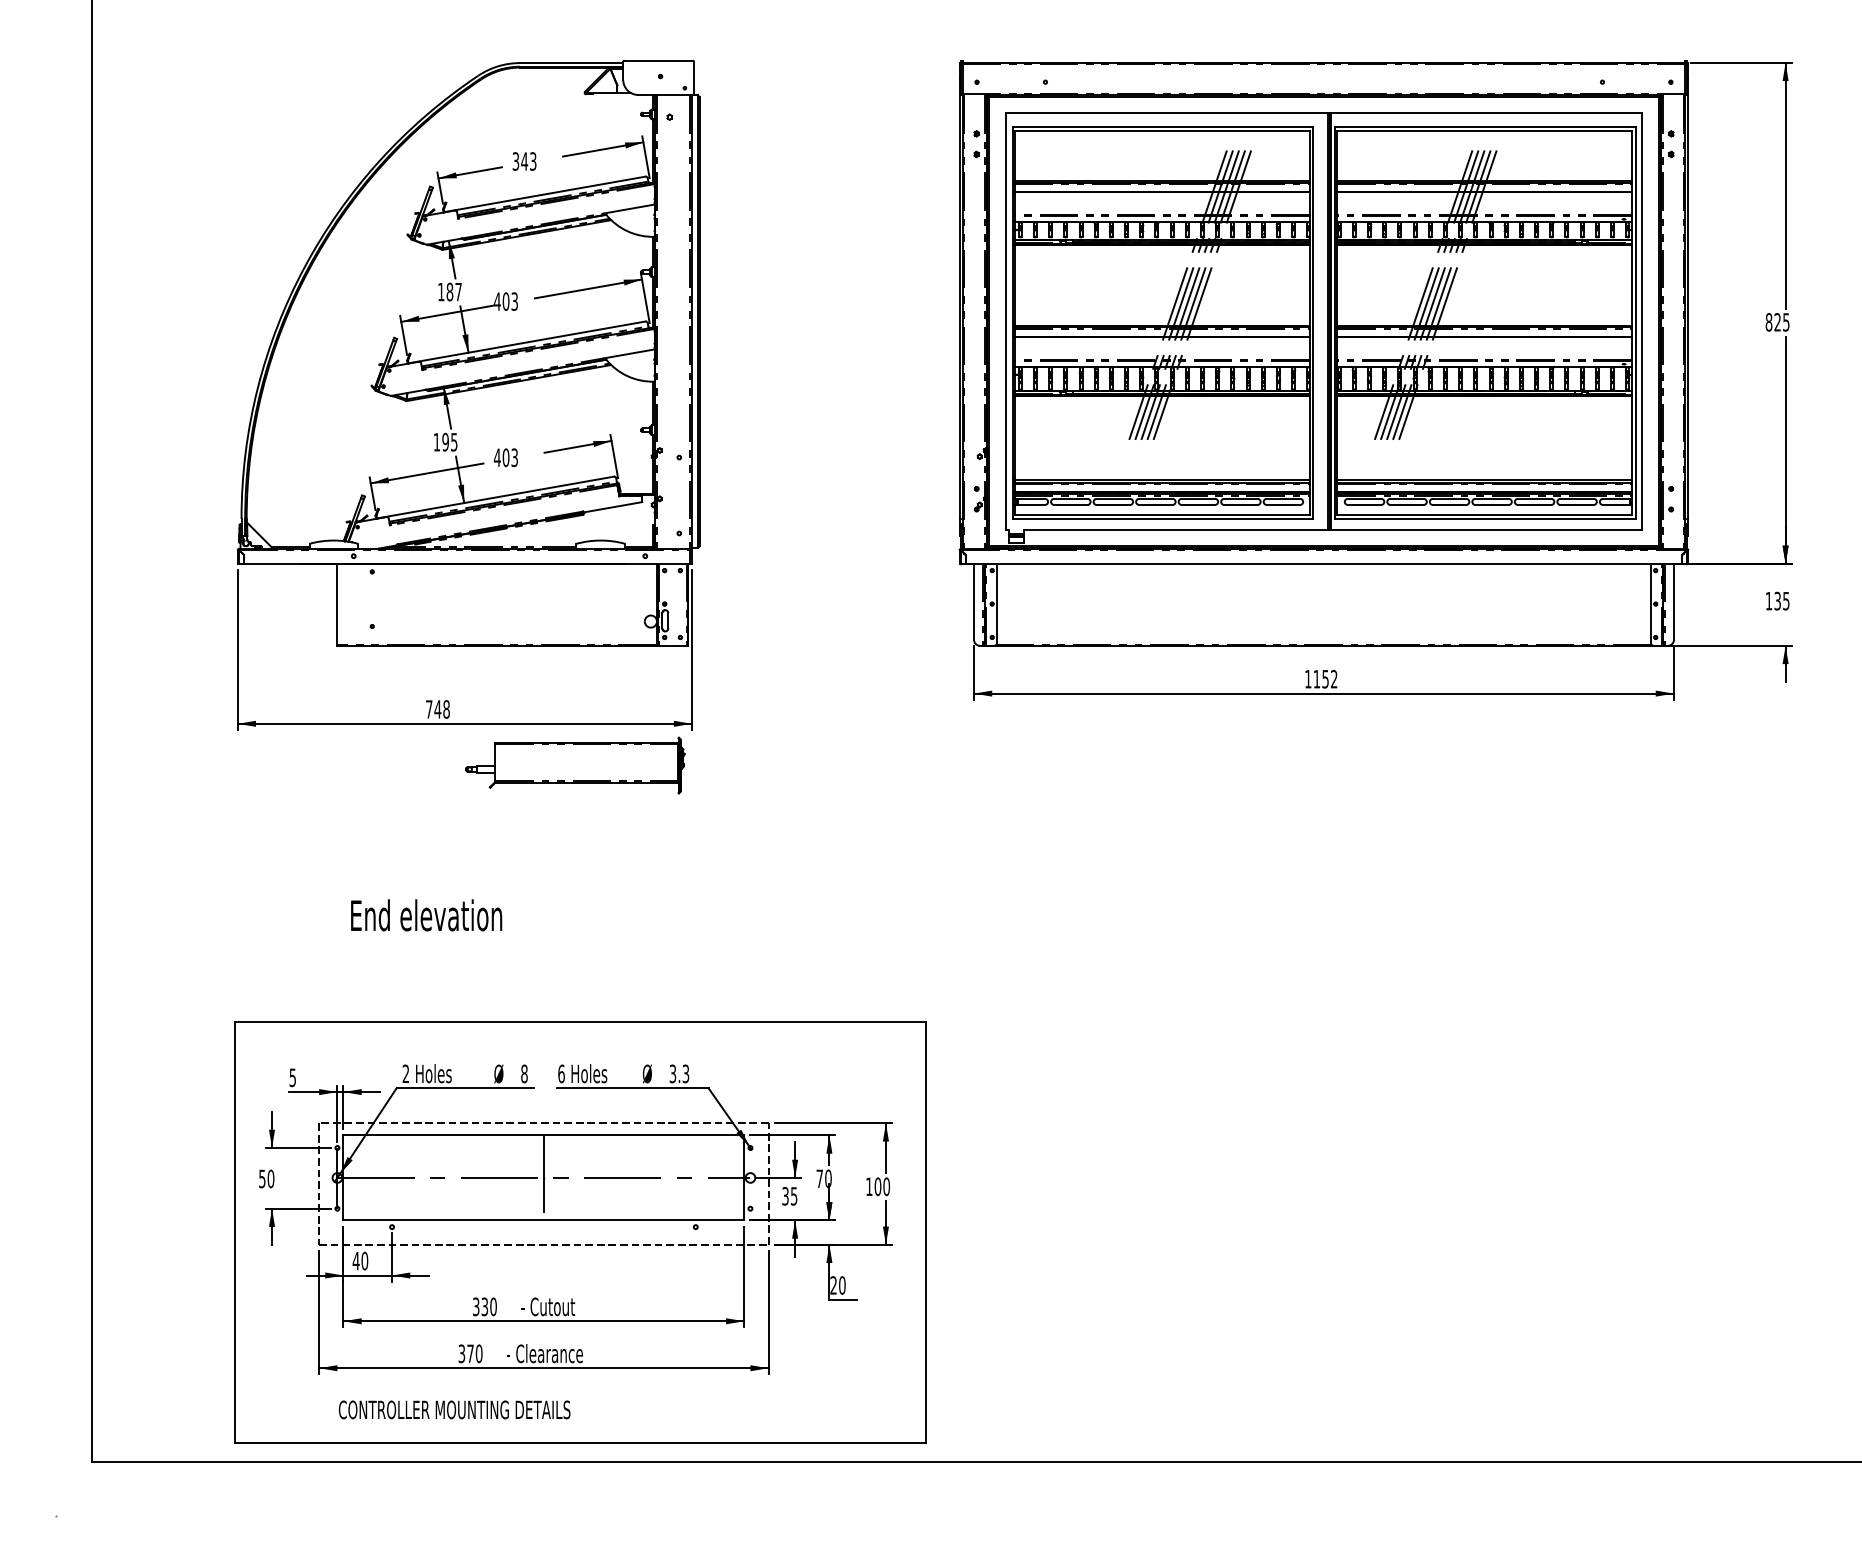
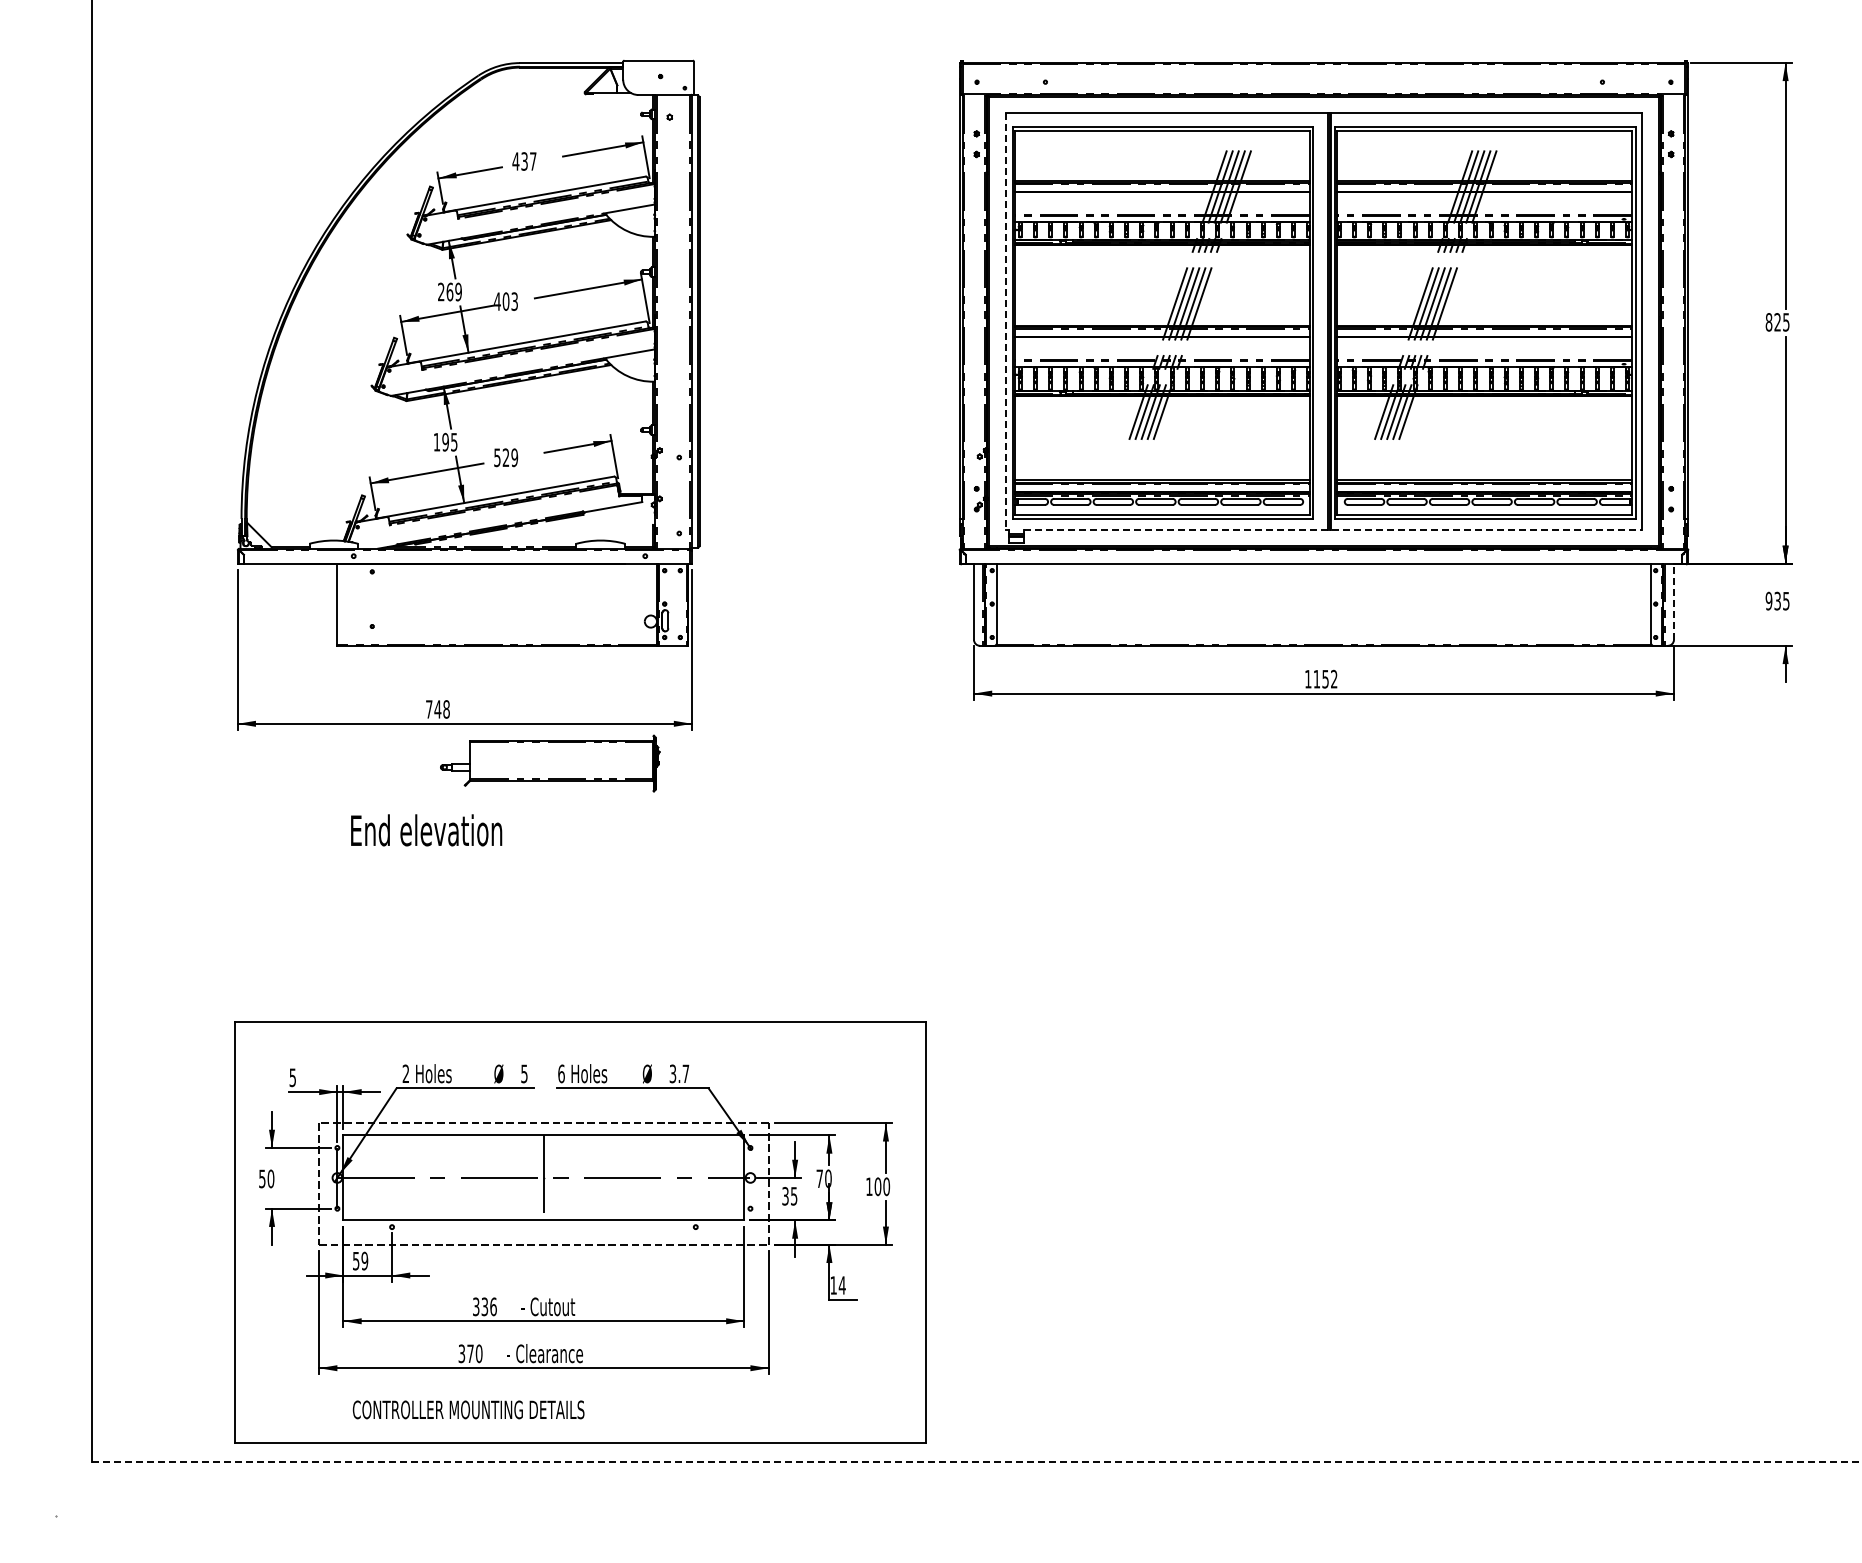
text at (524, 161): 343 -> 437
text at (449, 291): 187 -> 269
line at (1005, 322): solid -> dashed
text at (505, 457): 403 -> 529
line at (1333, 530): solid -> dashed
text at (1768, 600): 135 -> 935
line at (1673, 601): solid -> dashed
part at (575, 765) position: (575, 765) -> (550, 763)
text at (426, 915) position: (426, 915) -> (426, 830)
text at (524, 1073): 8 -> 5
text at (685, 1073): 3.3 -> 3.7
text at (360, 1261): 40 -> 59
text at (837, 1285): 20 -> 14
text at (493, 1306): 330 -> 336
text at (454, 1409) position: (454, 1409) -> (468, 1409)
line at (977, 1461): solid -> dashed
